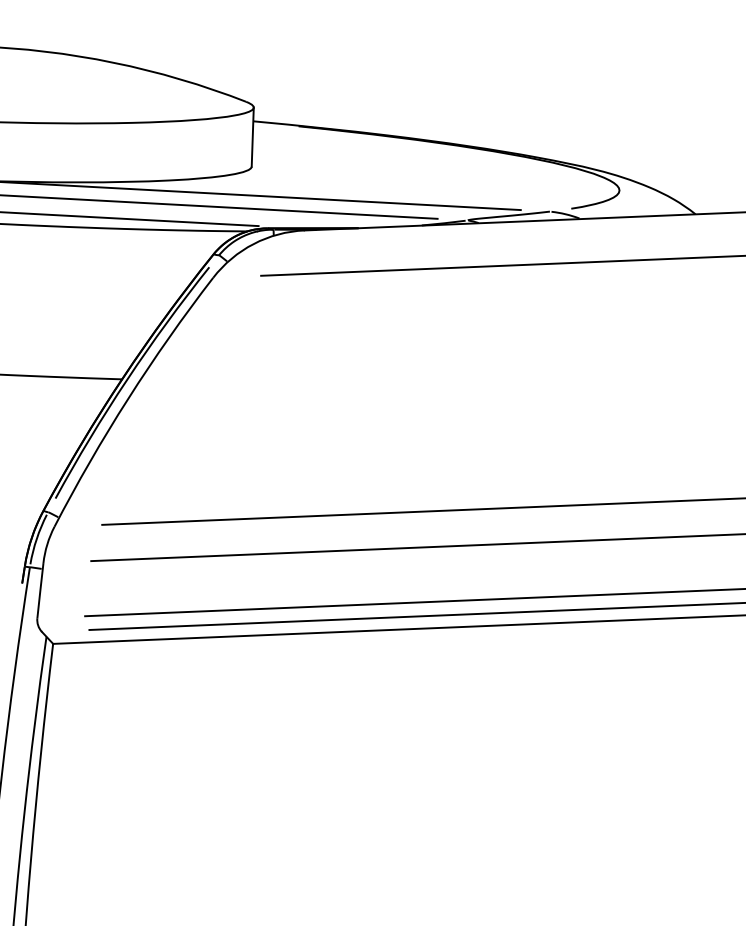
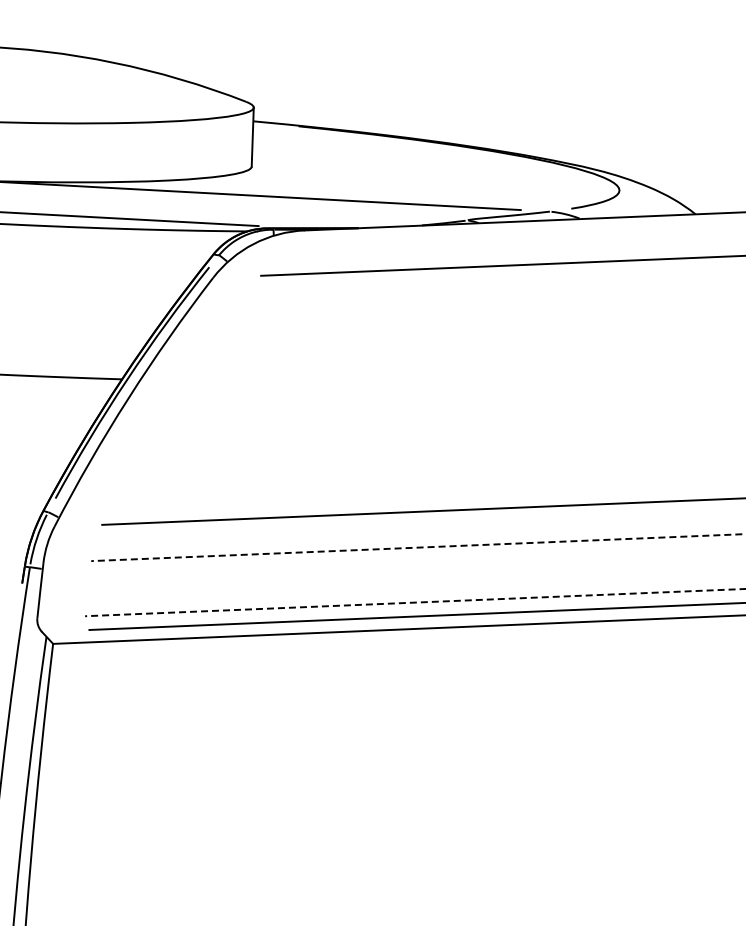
line at (219, 206): present -> none
line at (417, 547): solid -> dashed
line at (414, 602): solid -> dashed
